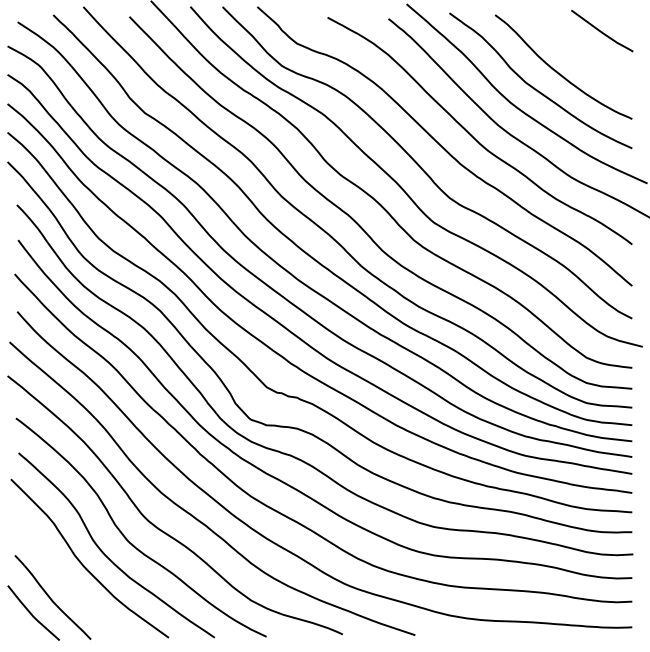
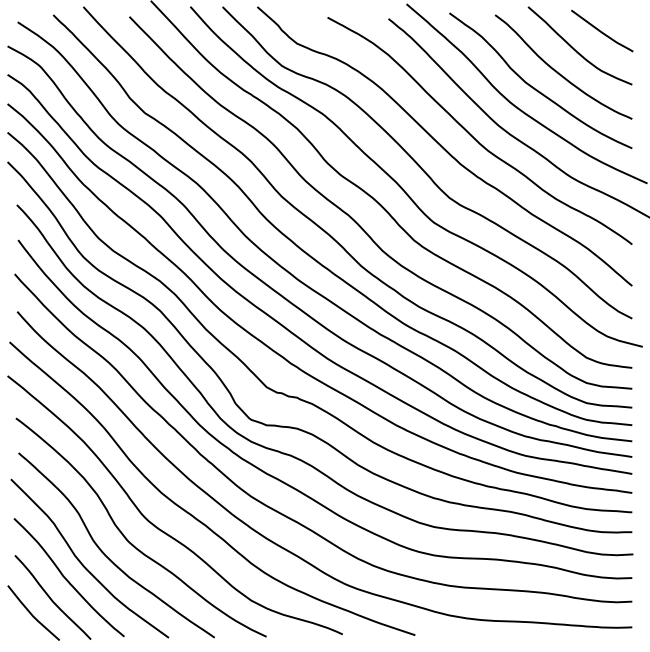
curve at (575, 49): none -> present
curve at (66, 578): none -> present
